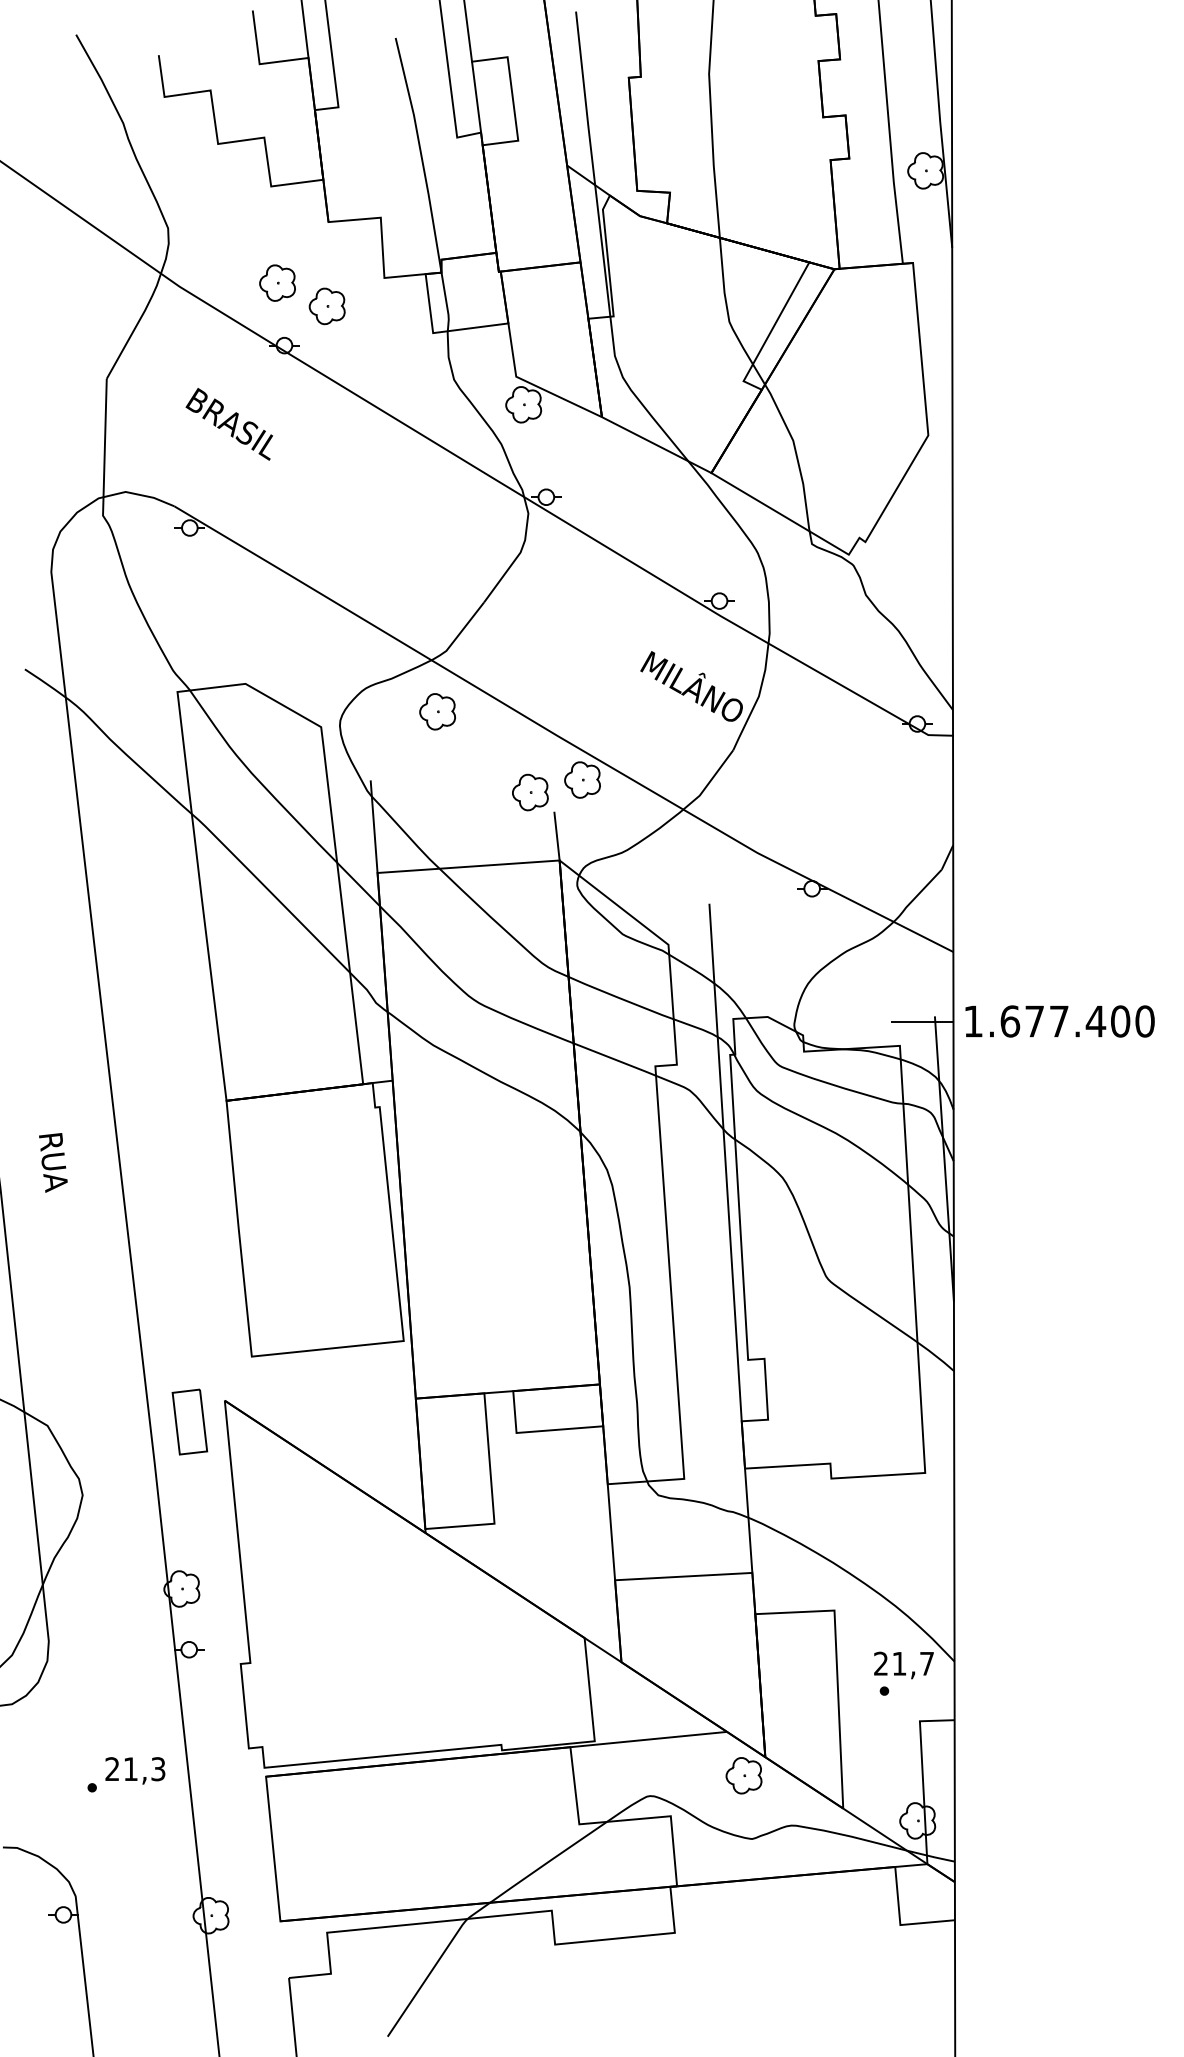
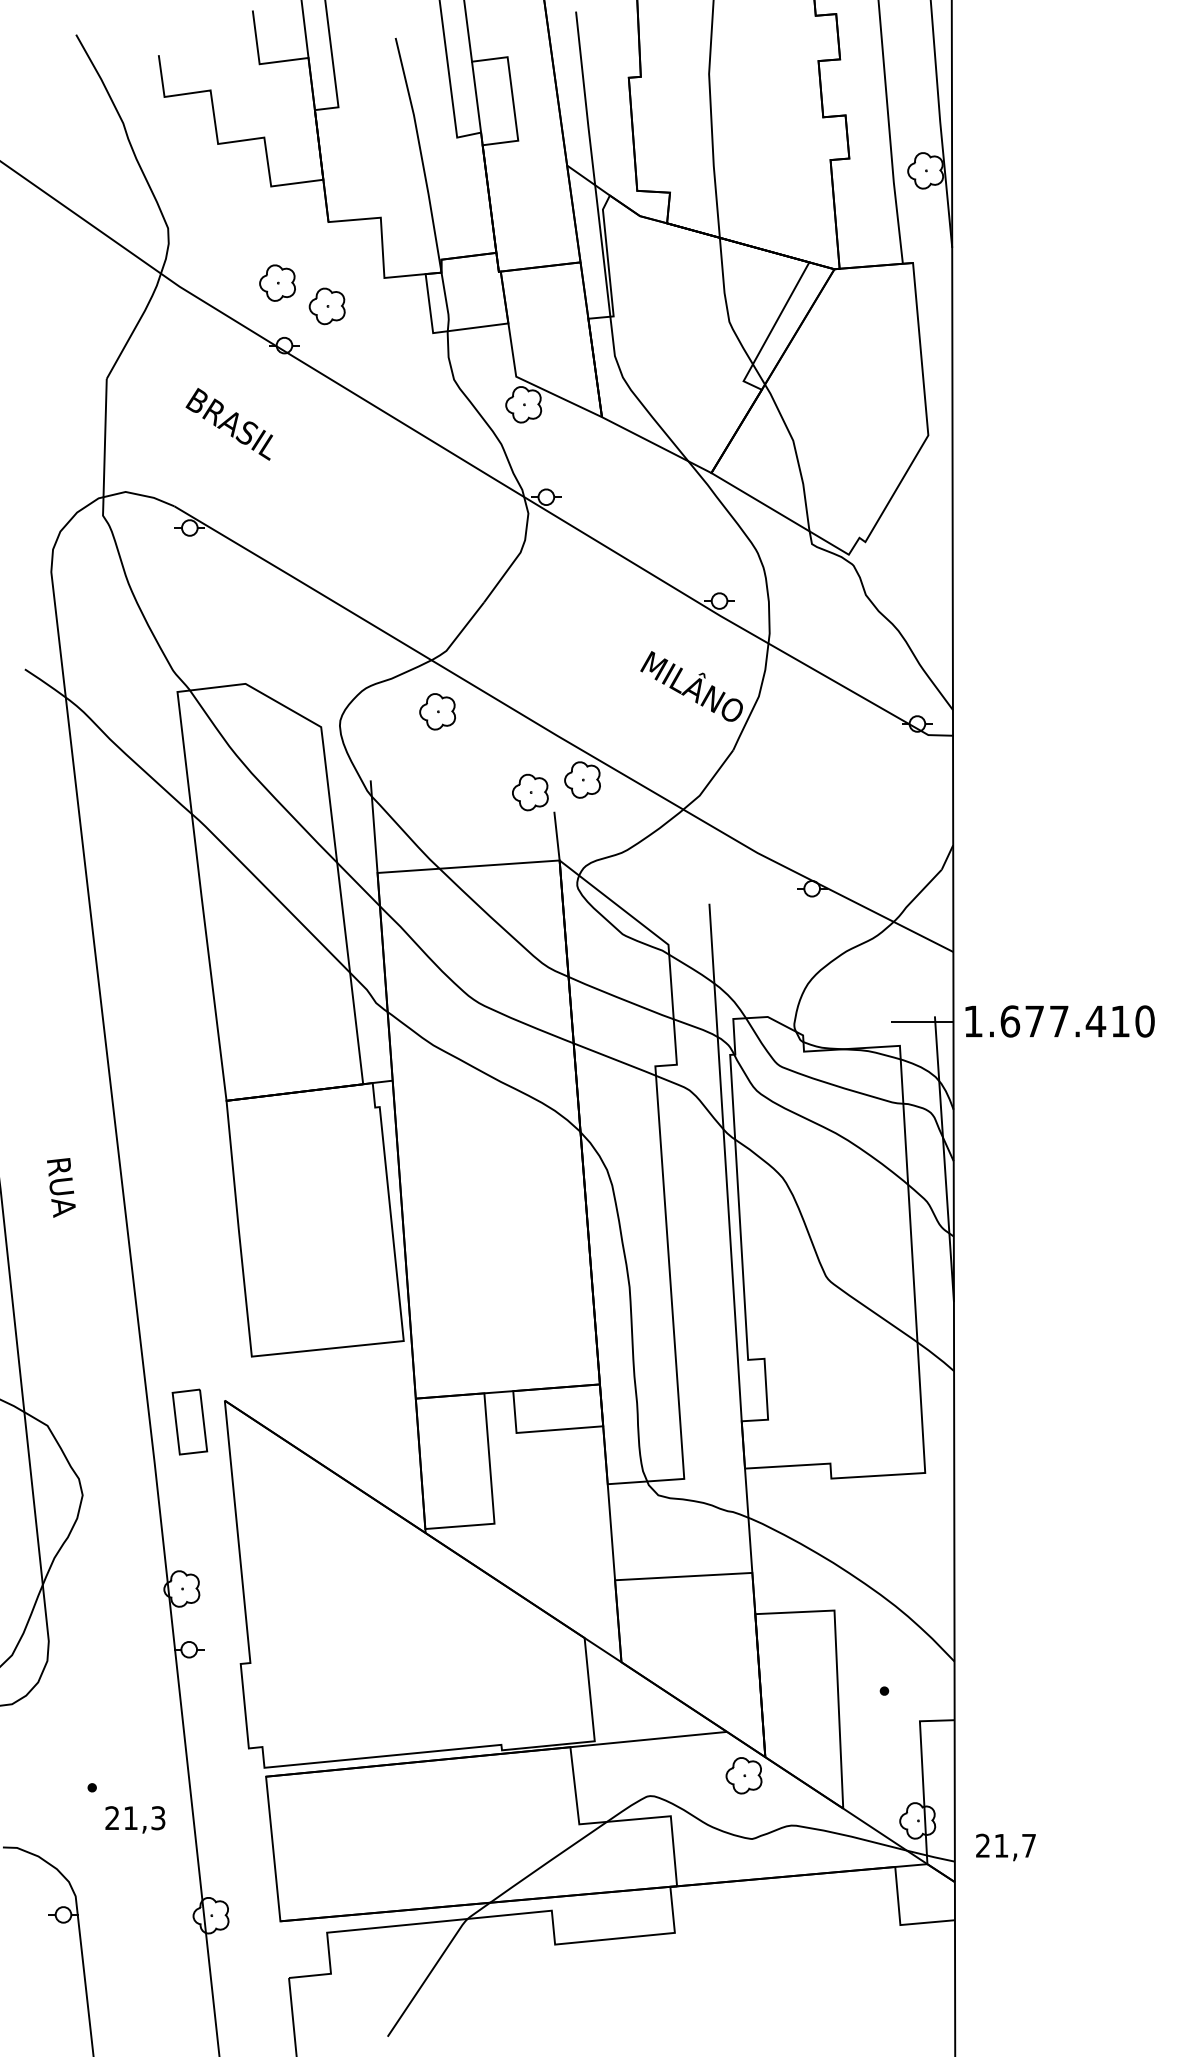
text at (1120, 1021): 1.677.400 -> 1.677.410
text at (53, 1162) position: (53, 1162) -> (61, 1187)
text at (903, 1665) position: (903, 1665) -> (1005, 1847)
text at (135, 1770) position: (135, 1770) -> (135, 1819)
